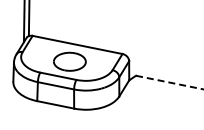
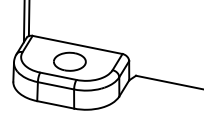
line at (170, 82): dashed -> solid
